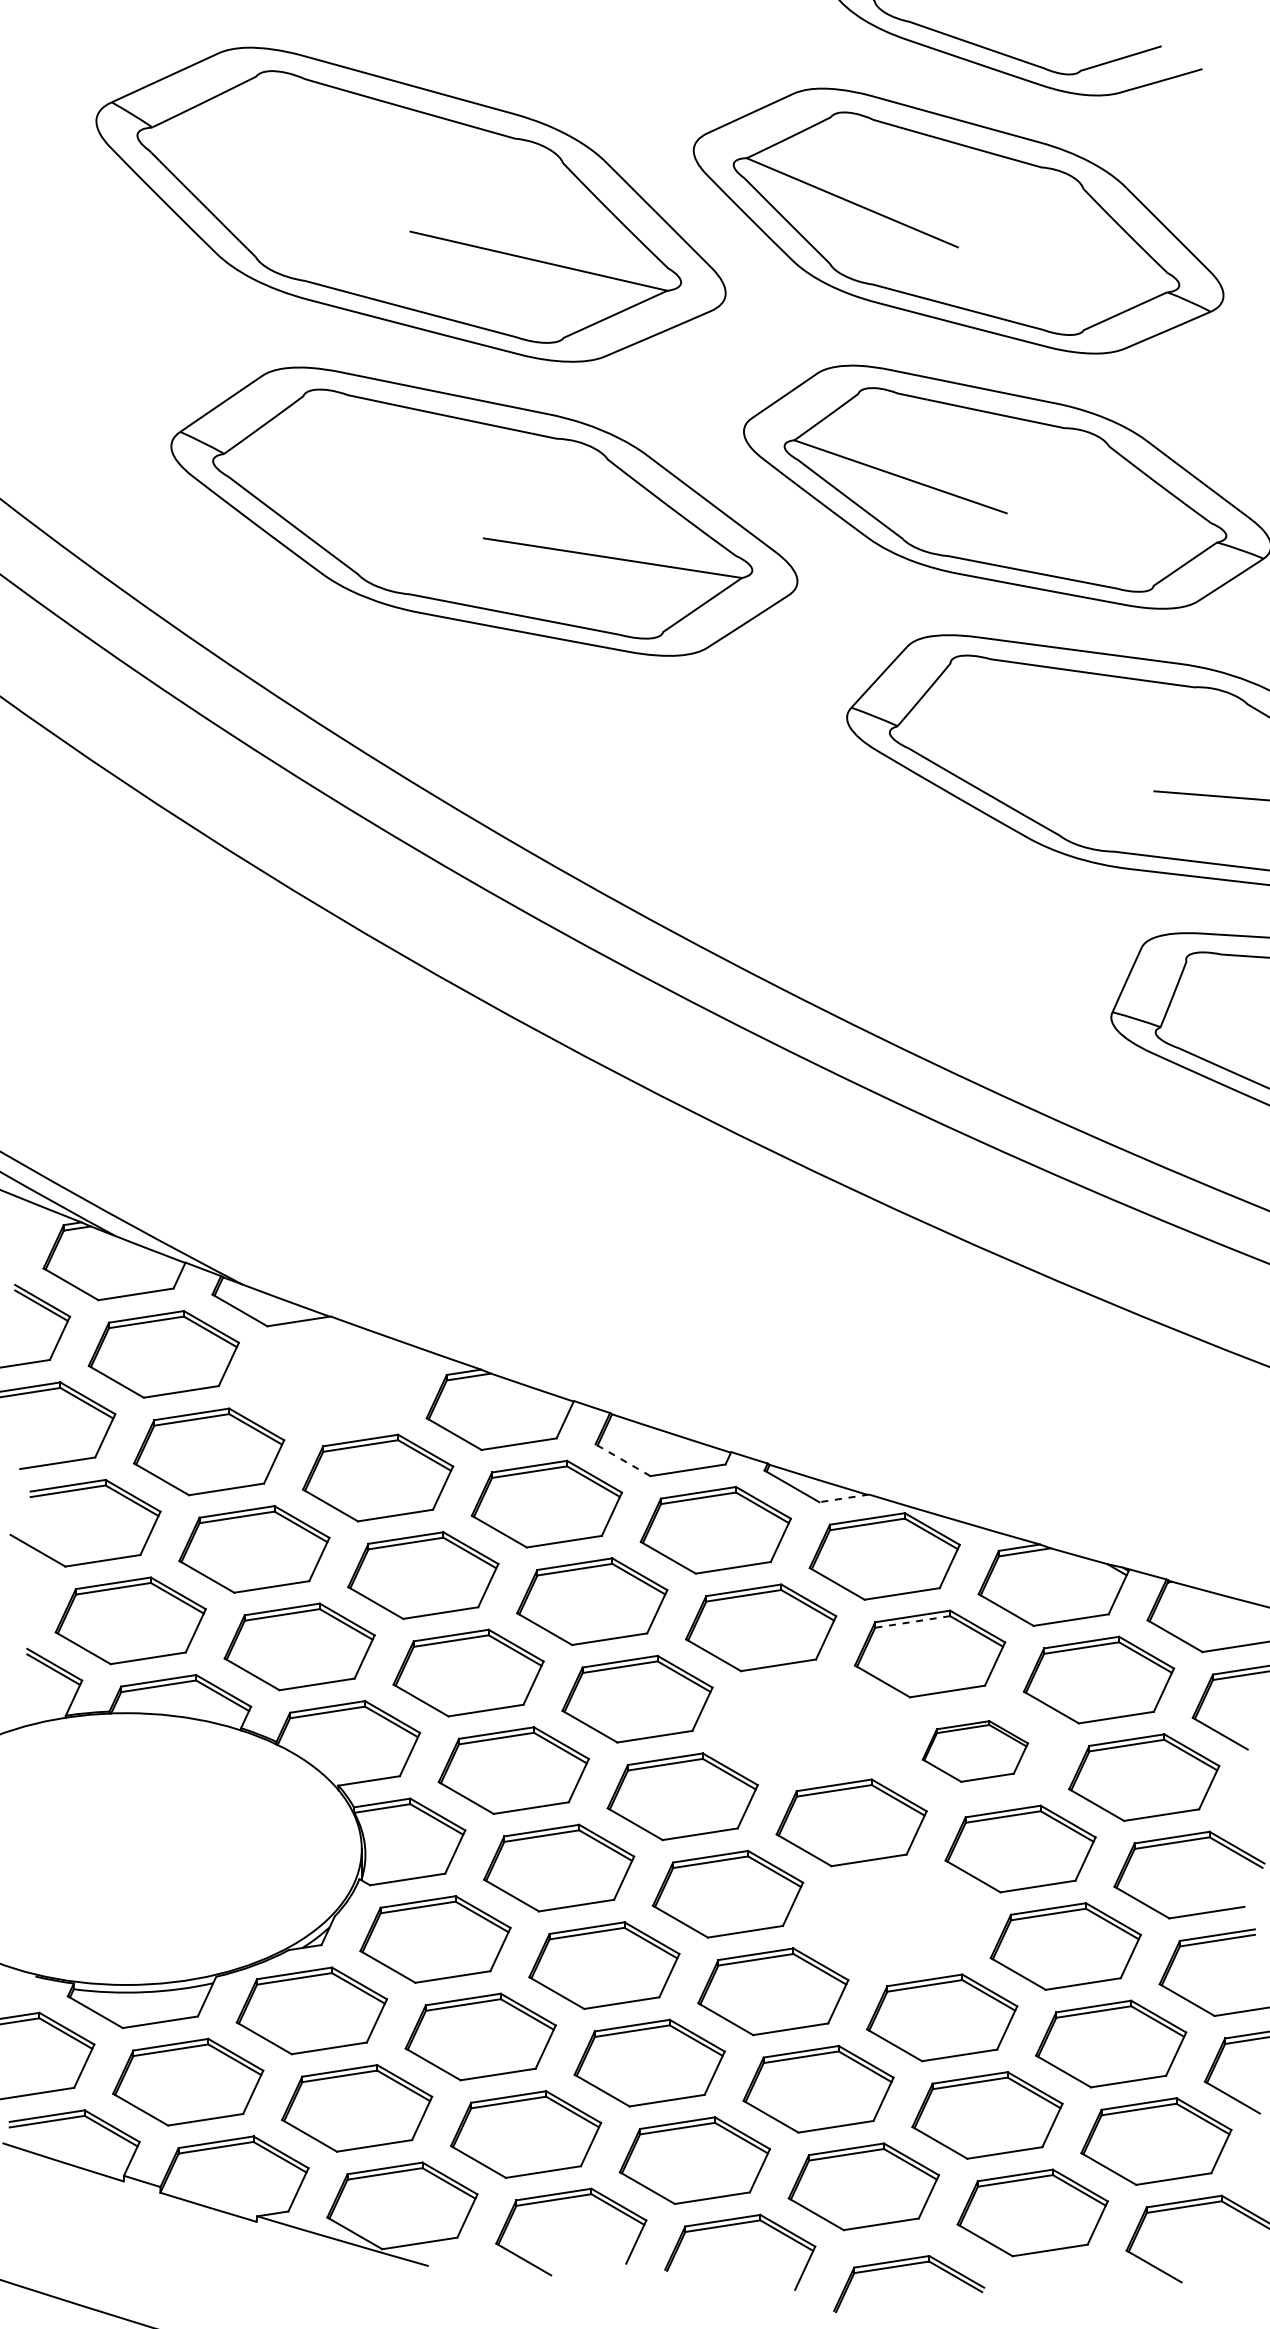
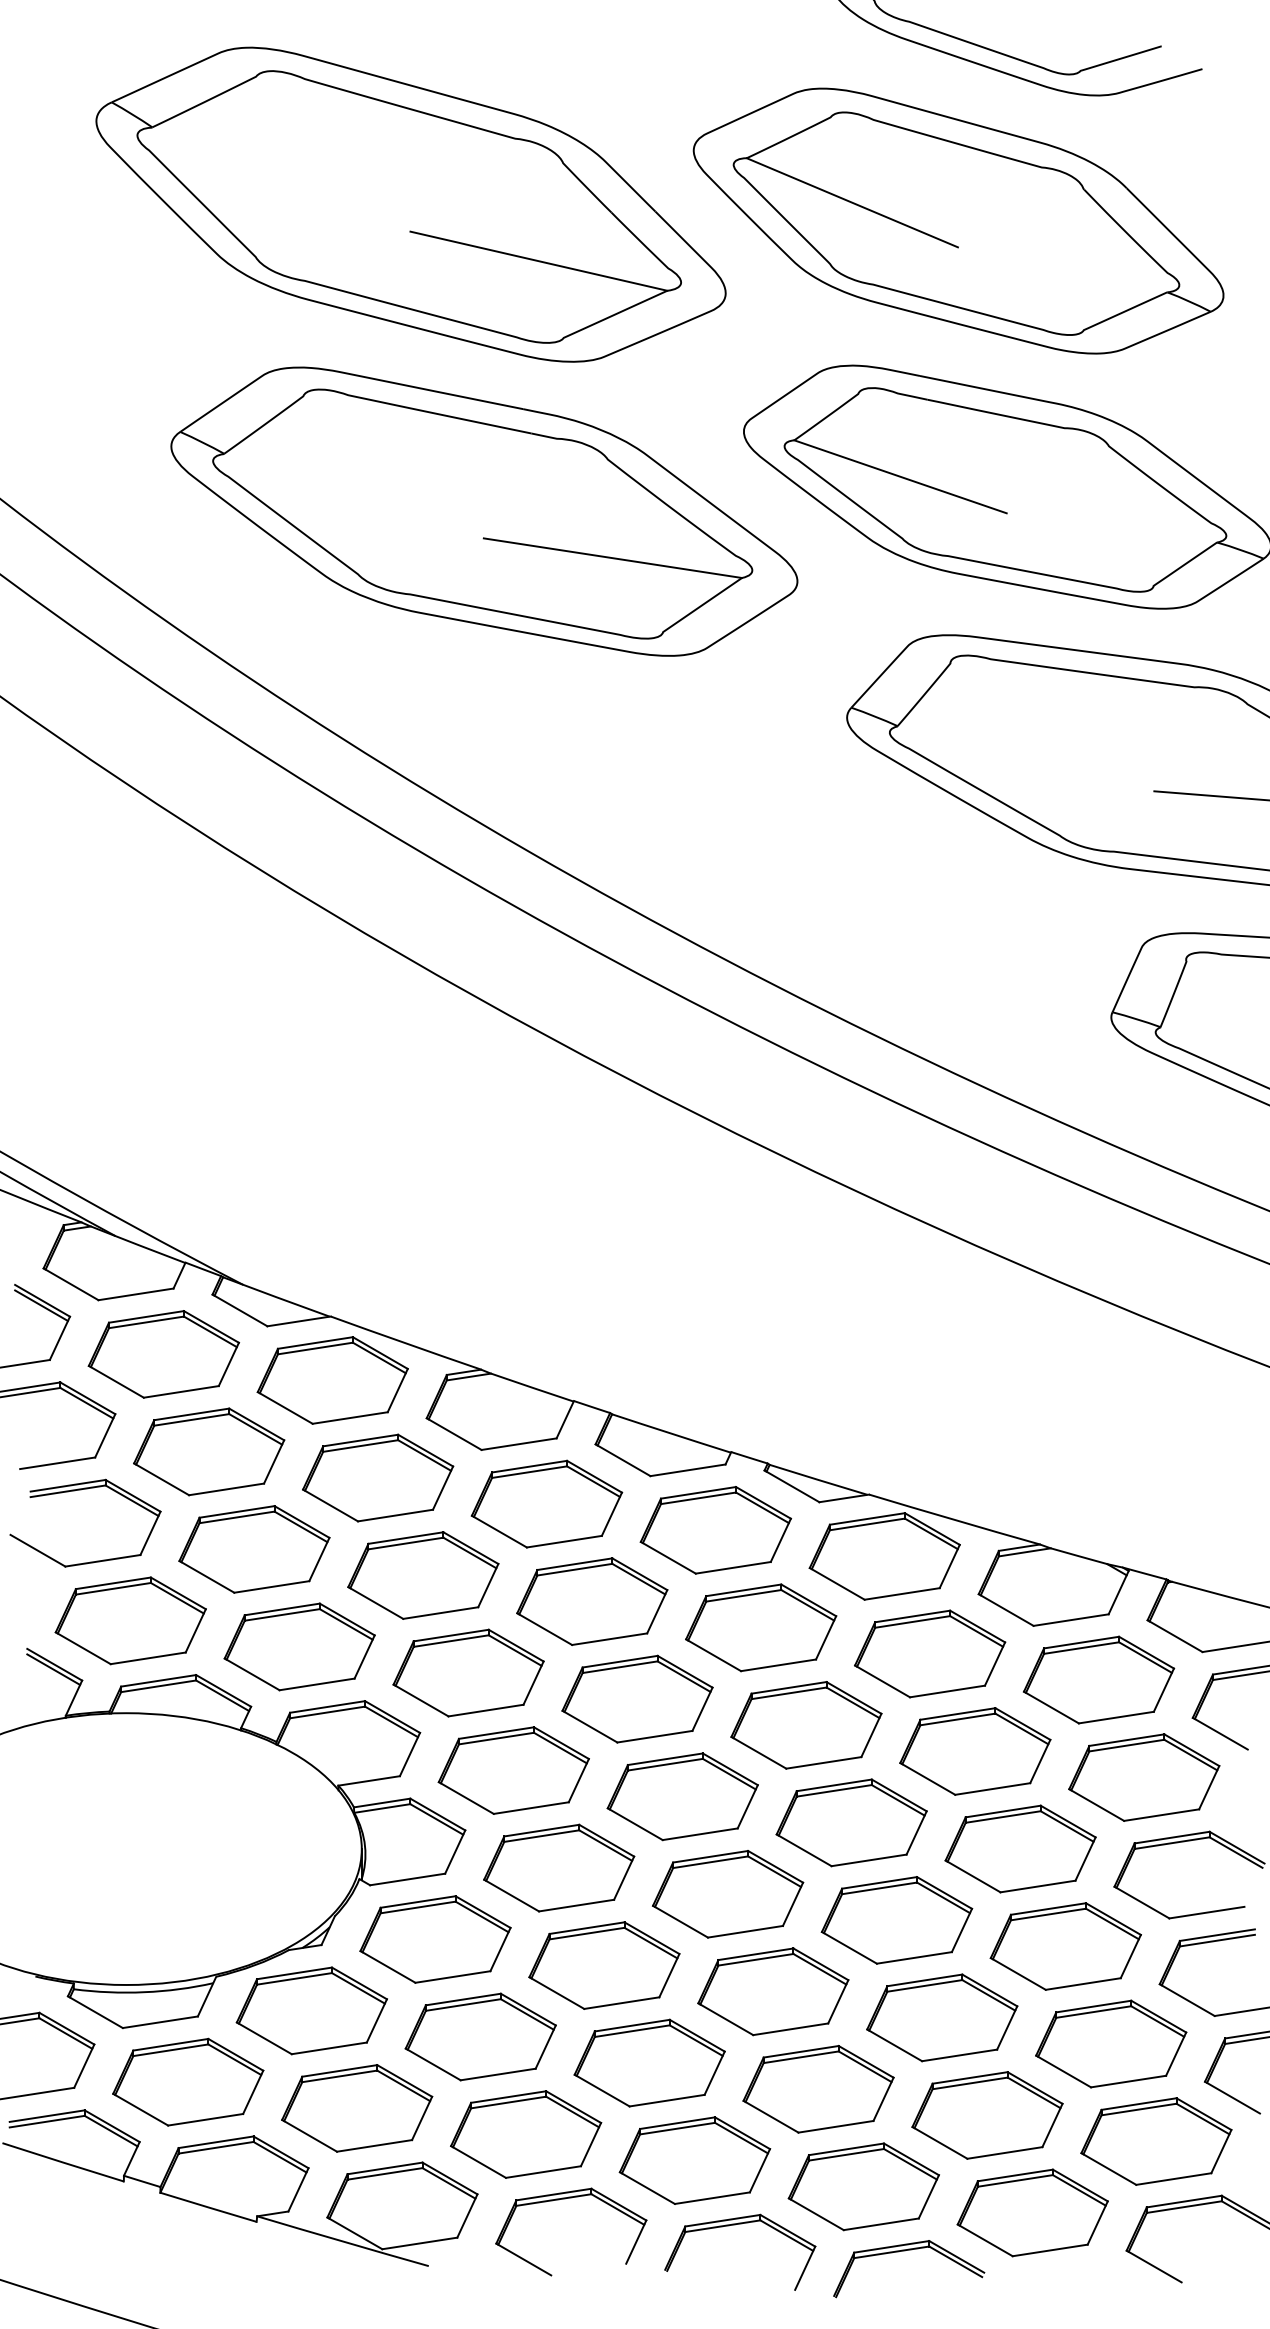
part at (332, 1380): none -> present
line at (623, 1460): dashed -> solid
line at (843, 1498): dashed -> solid
line at (912, 1621): dashed -> solid
part at (806, 1725): none -> present
part at (974, 1751) size: 108x63 px -> 153x89 px
part at (896, 1920): none -> present
part at (905, 2266) position: (905, 2266) -> (905, 2251)
